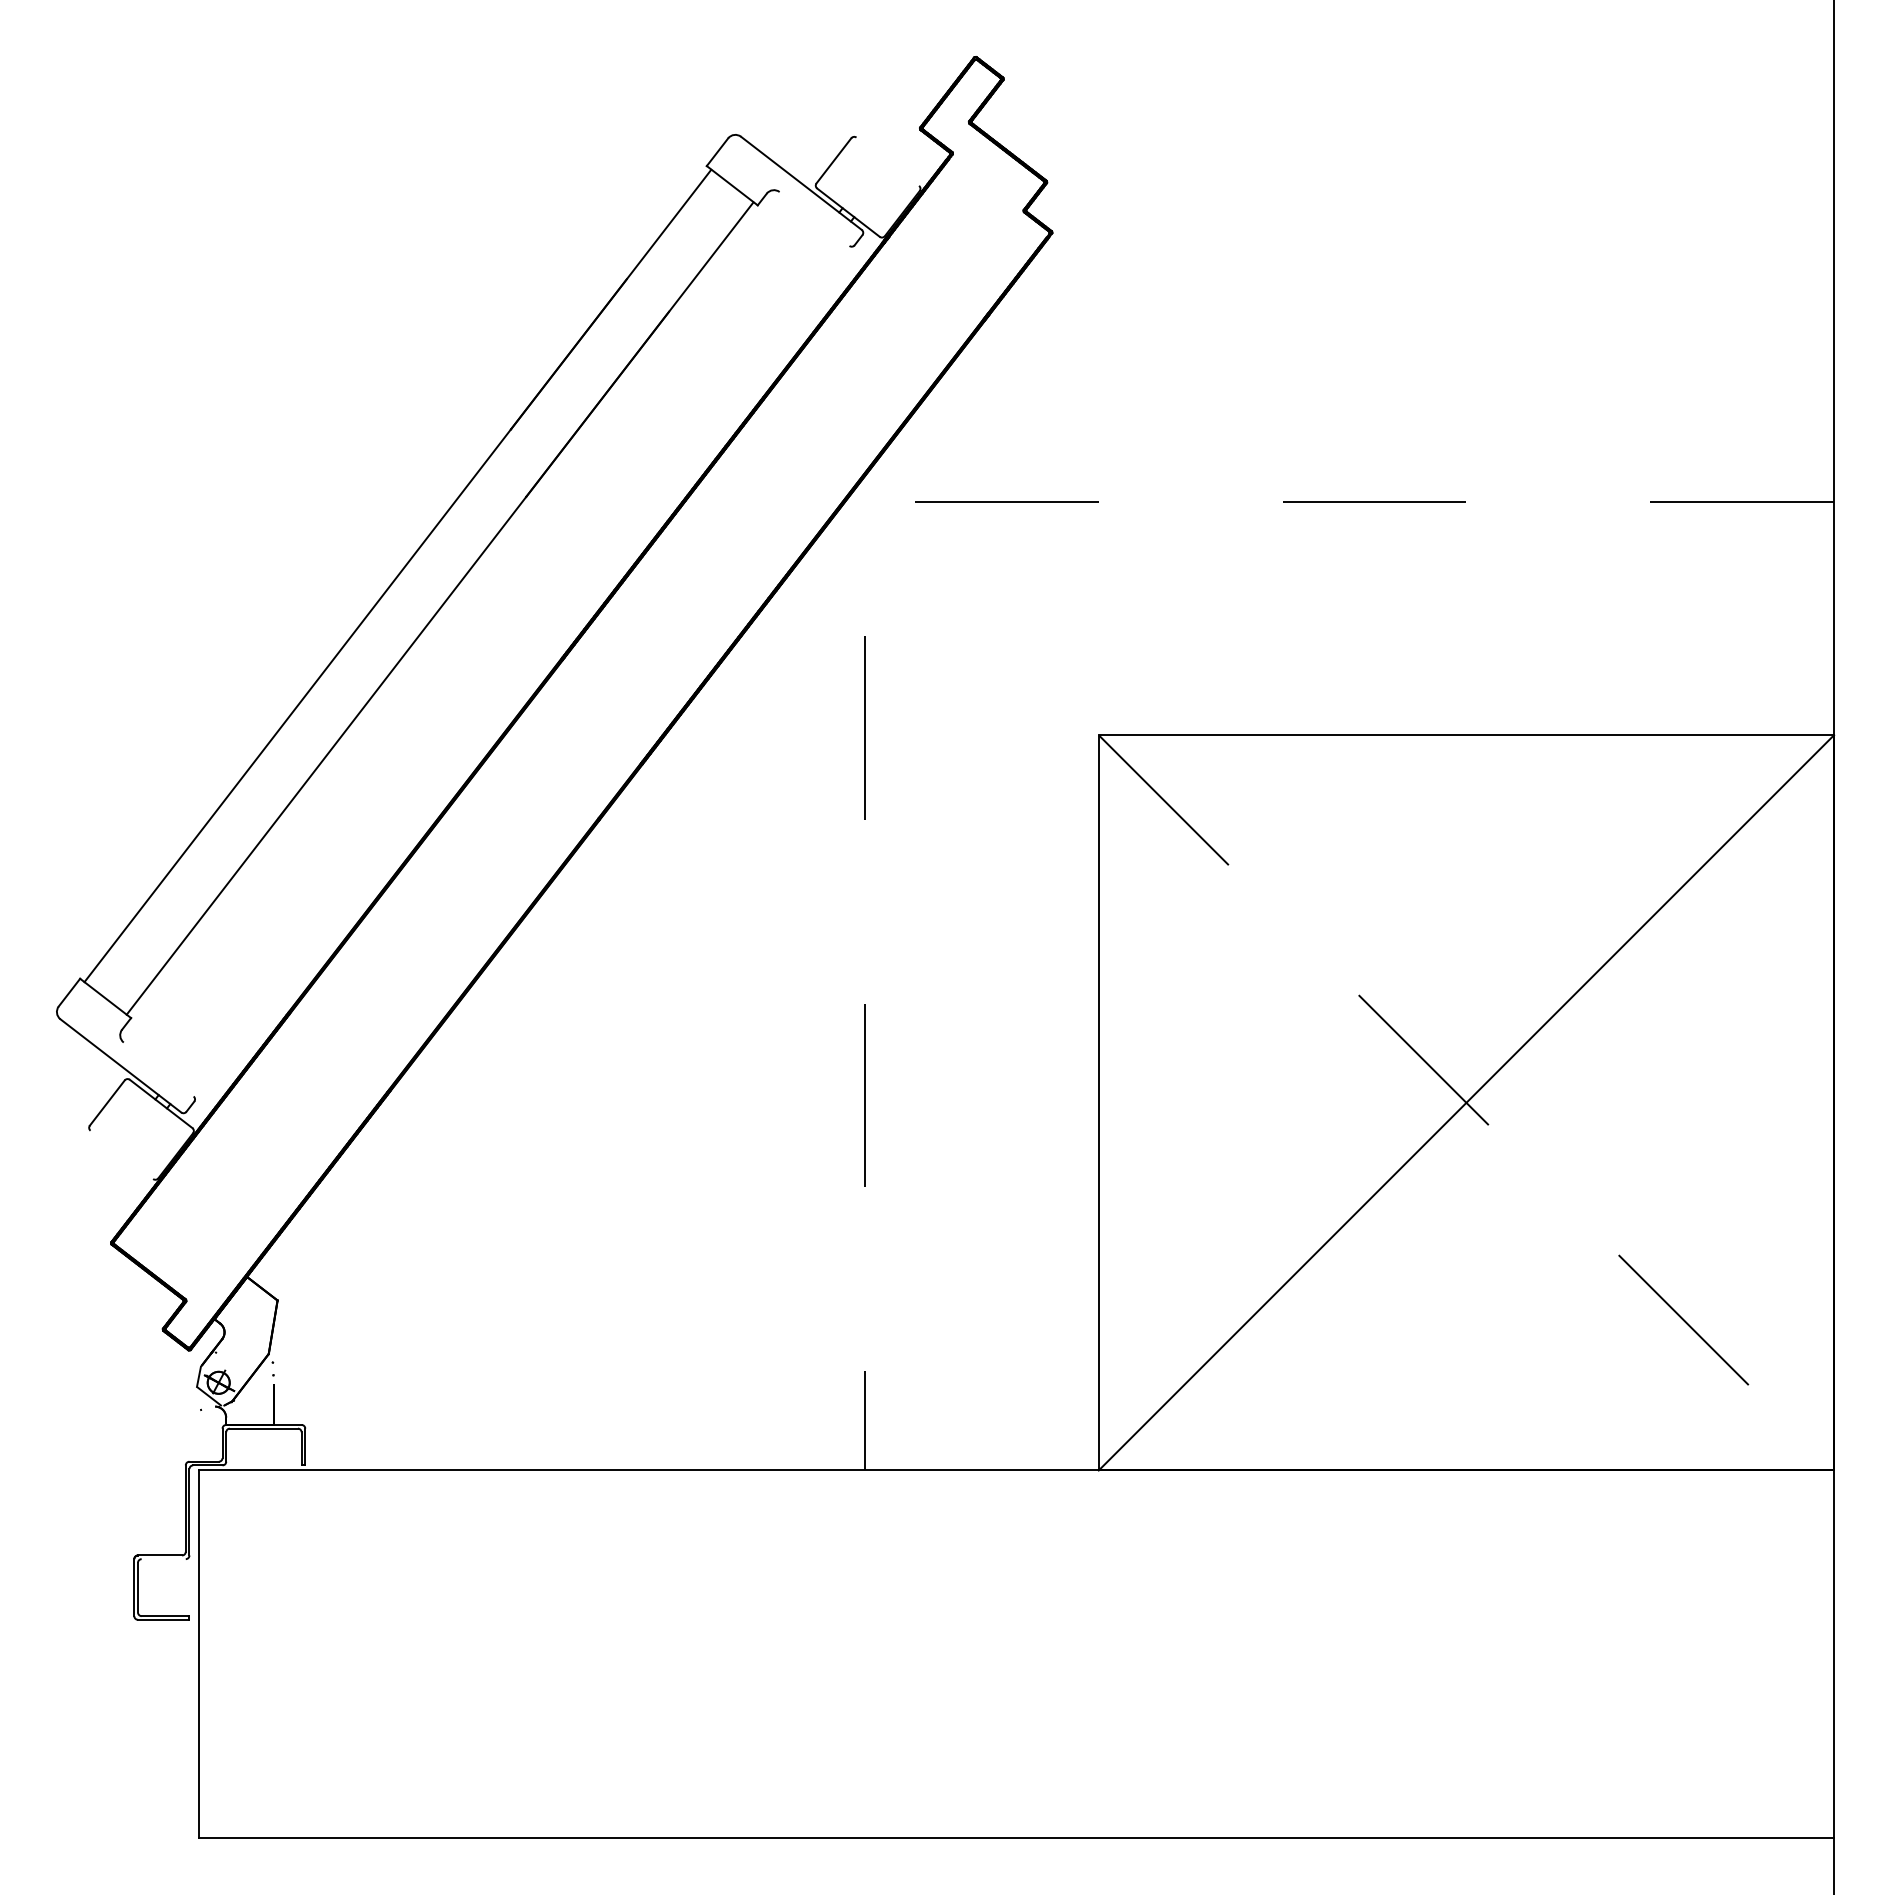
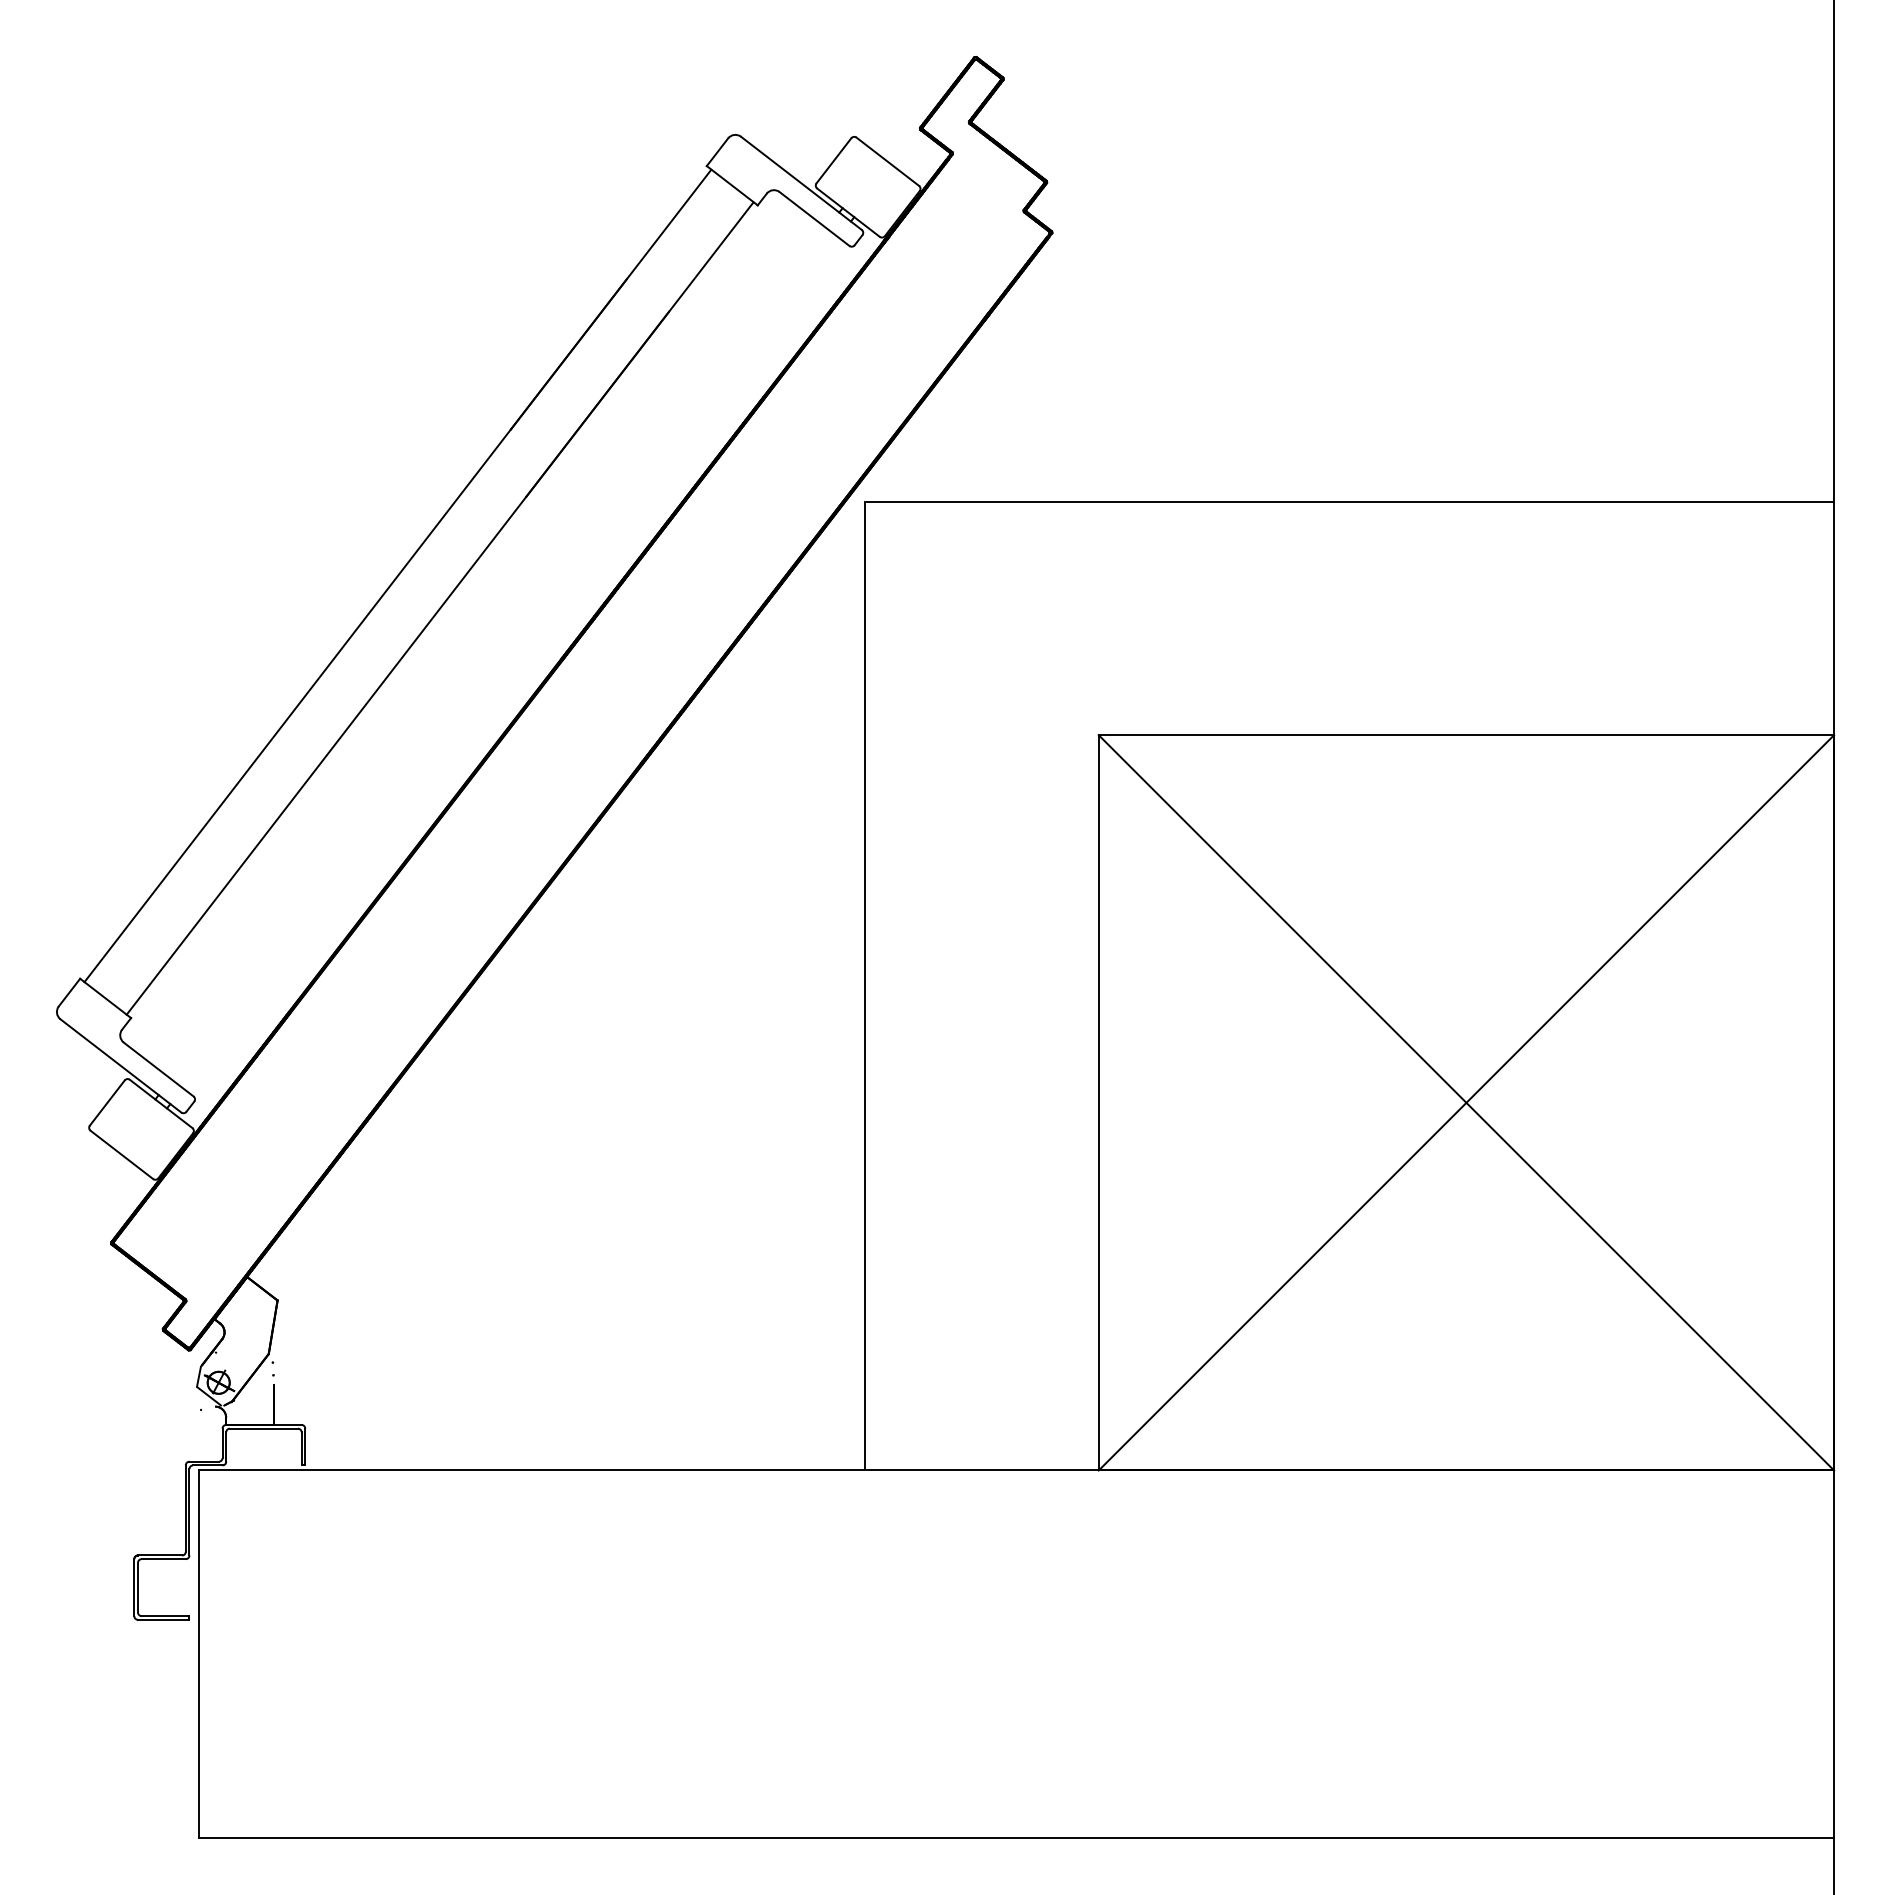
line at (887, 161): none -> present
line at (814, 218): none -> present
line at (865, 501): dashed -> solid
line at (158, 1069): none -> present
line at (1466, 1102): dashed -> solid
line at (121, 1154): none -> present
line at (163, 1559): none -> present
